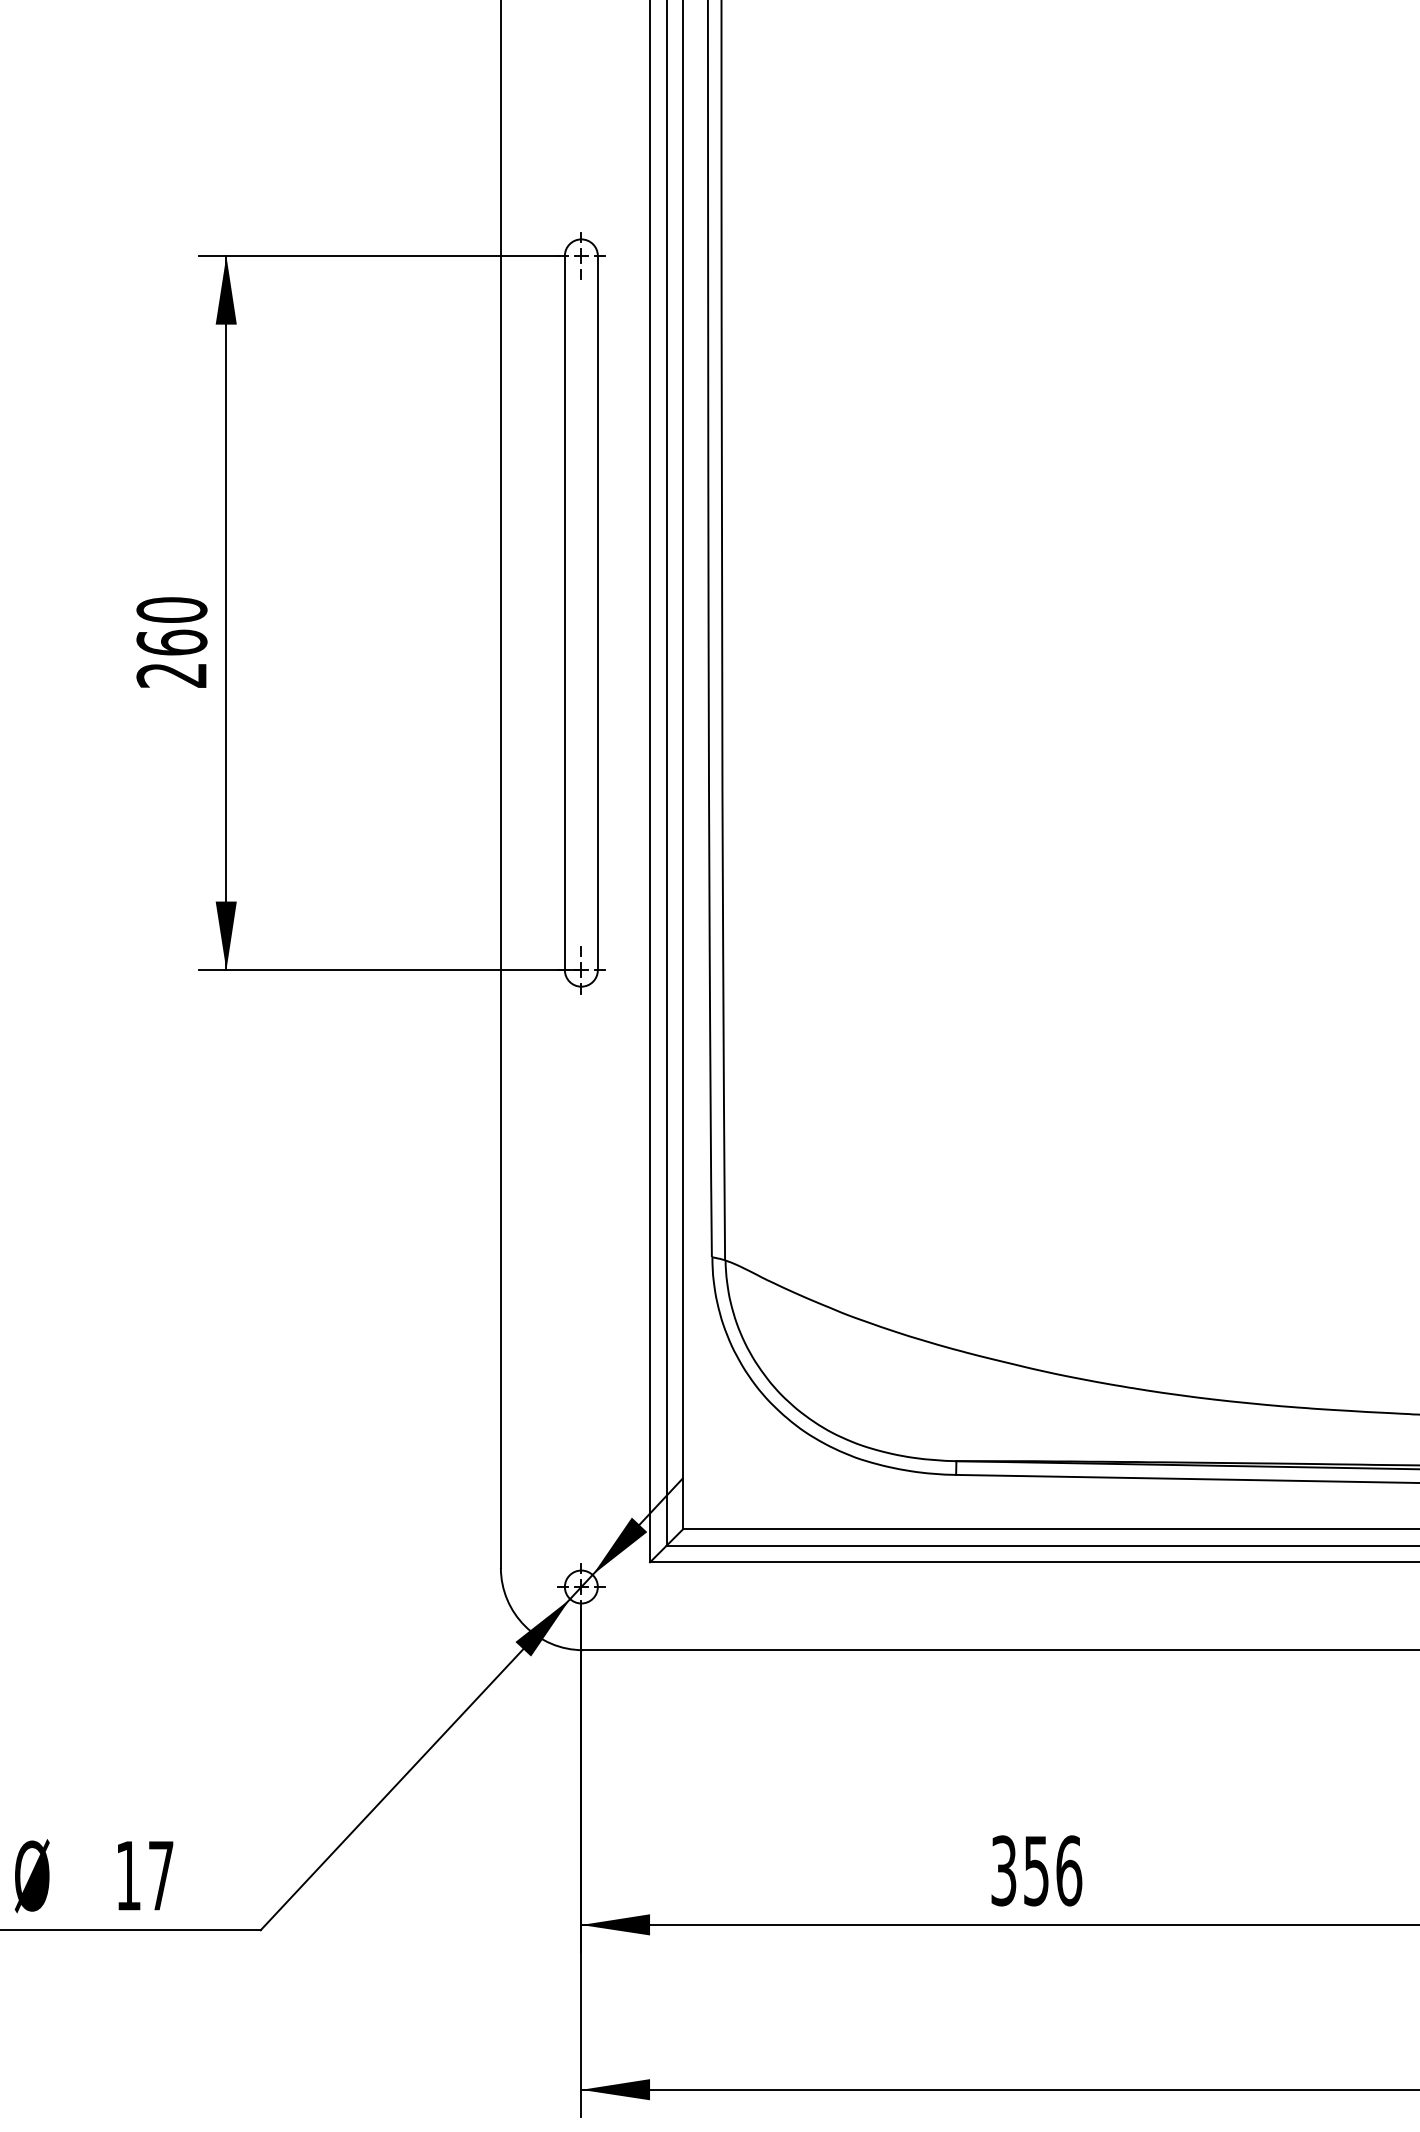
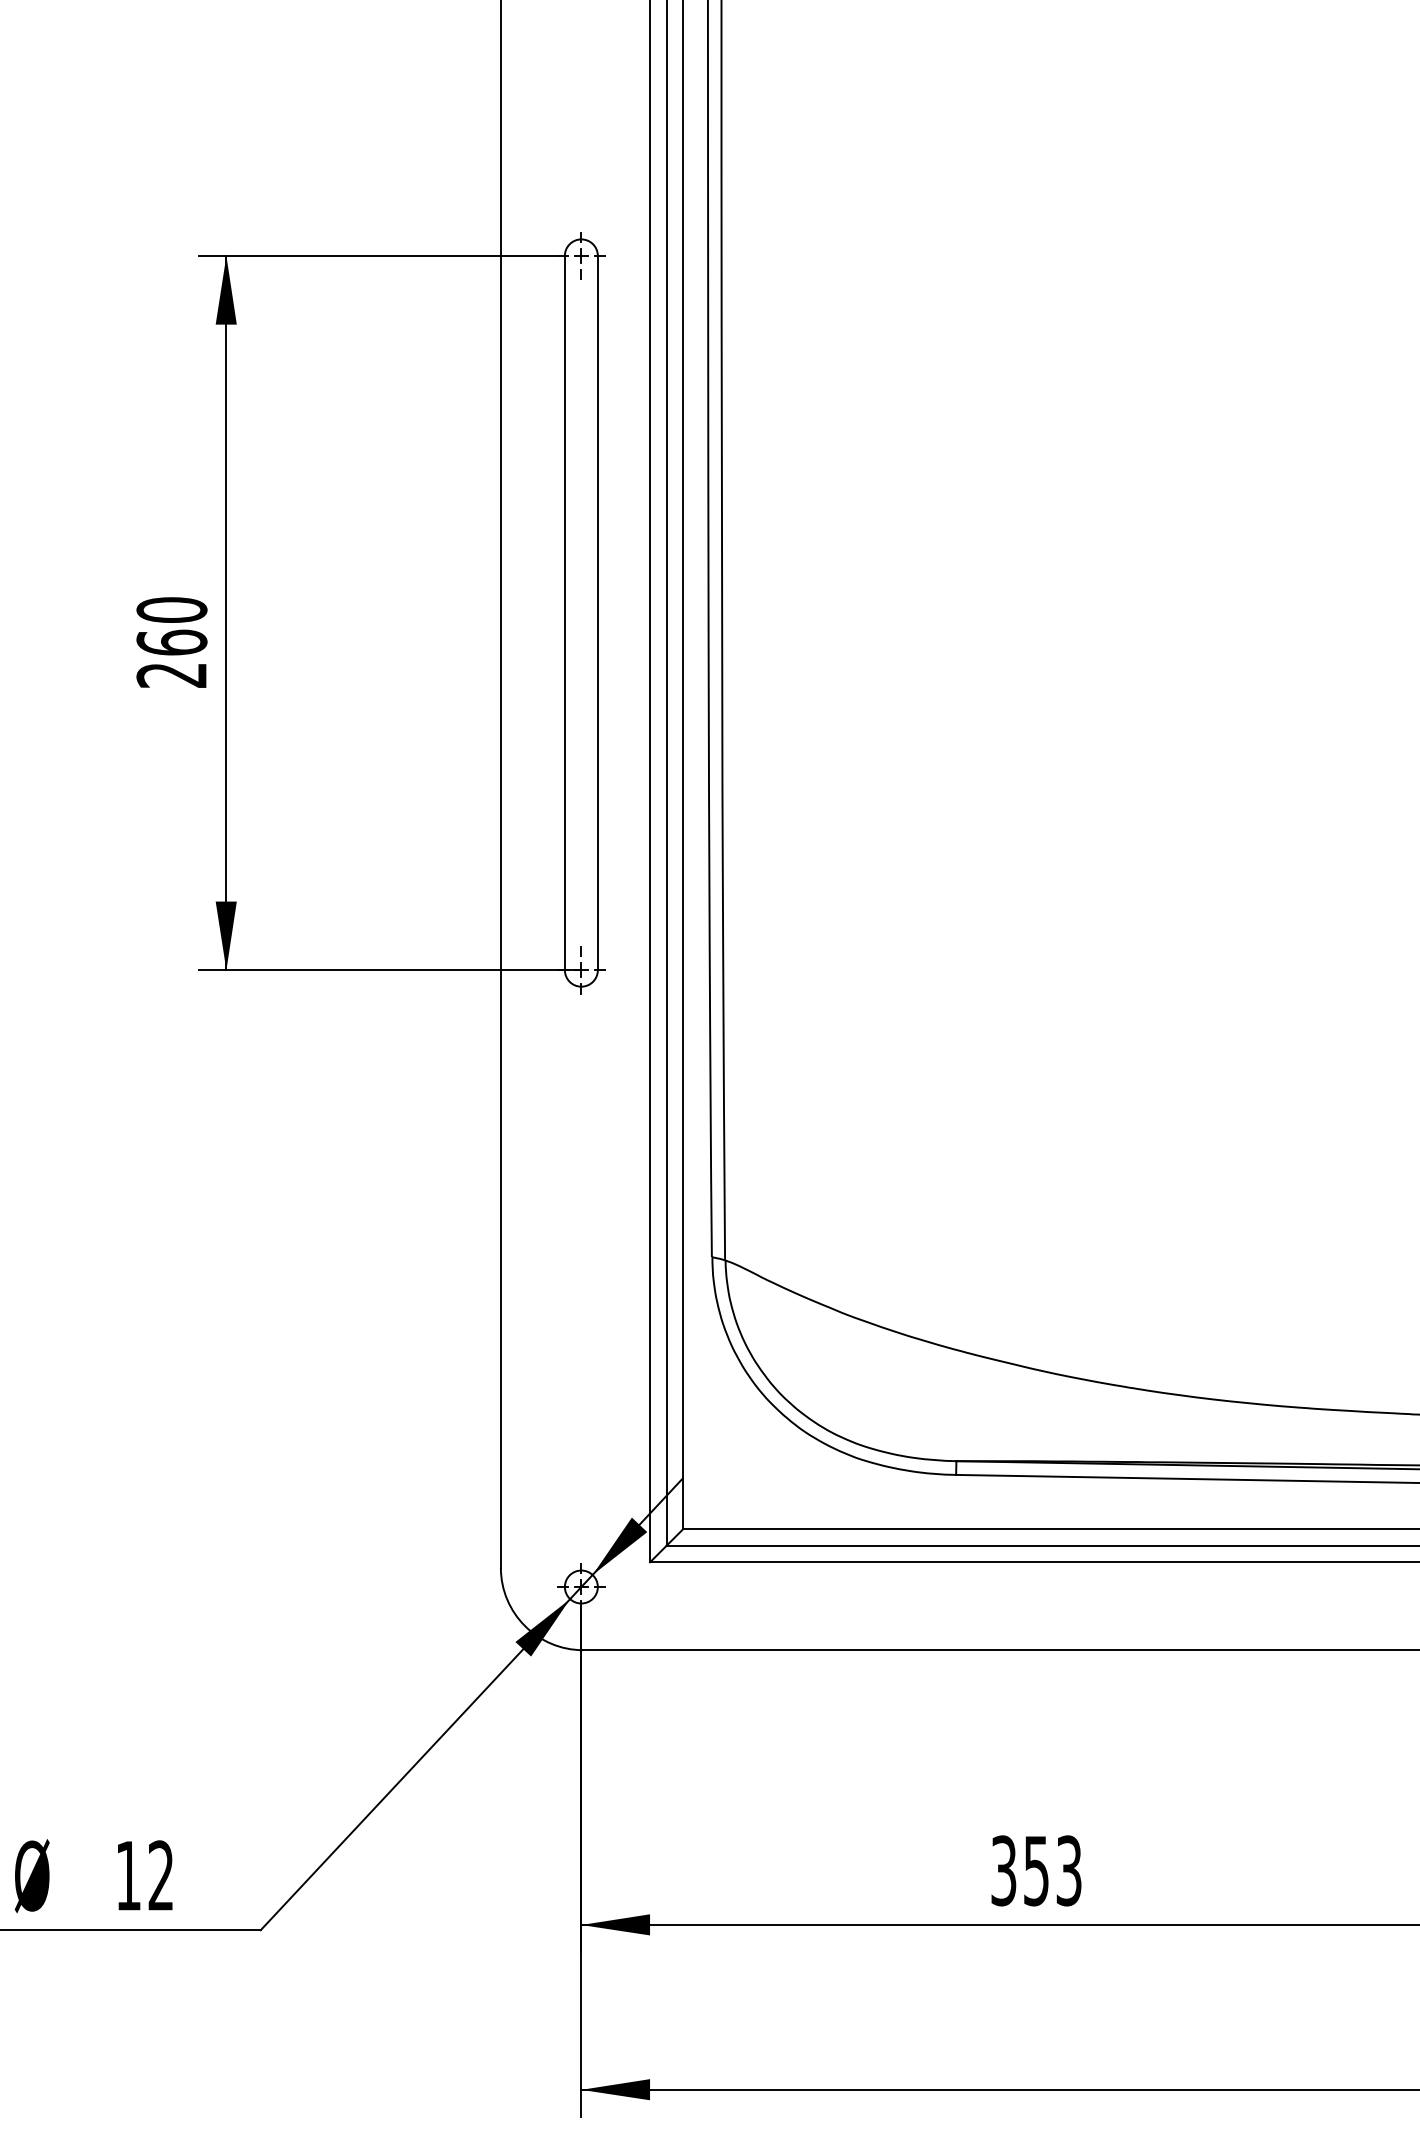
text at (1069, 1870): 356 -> 353
text at (160, 1875): 17 -> 12
